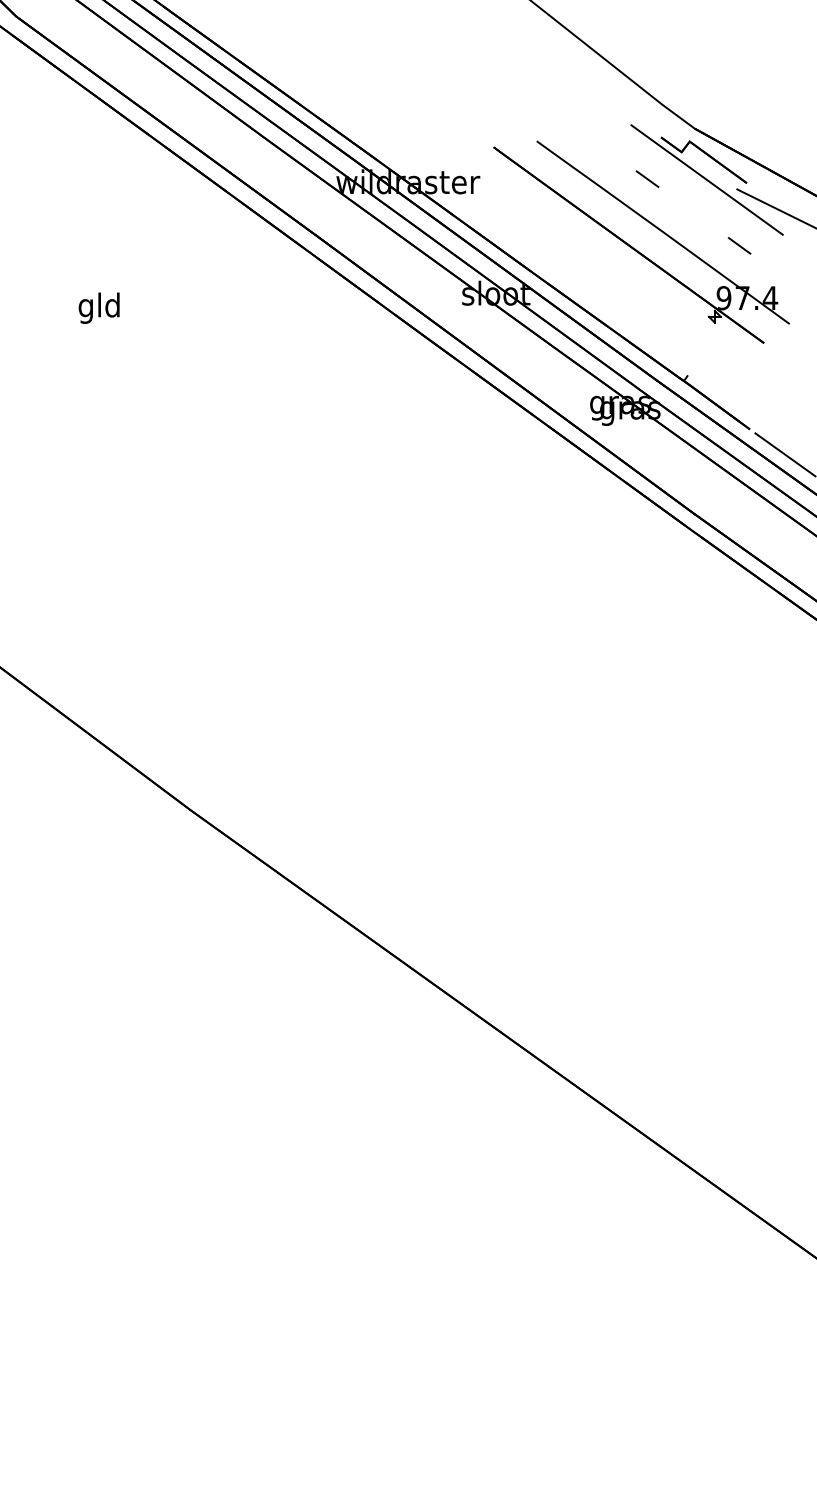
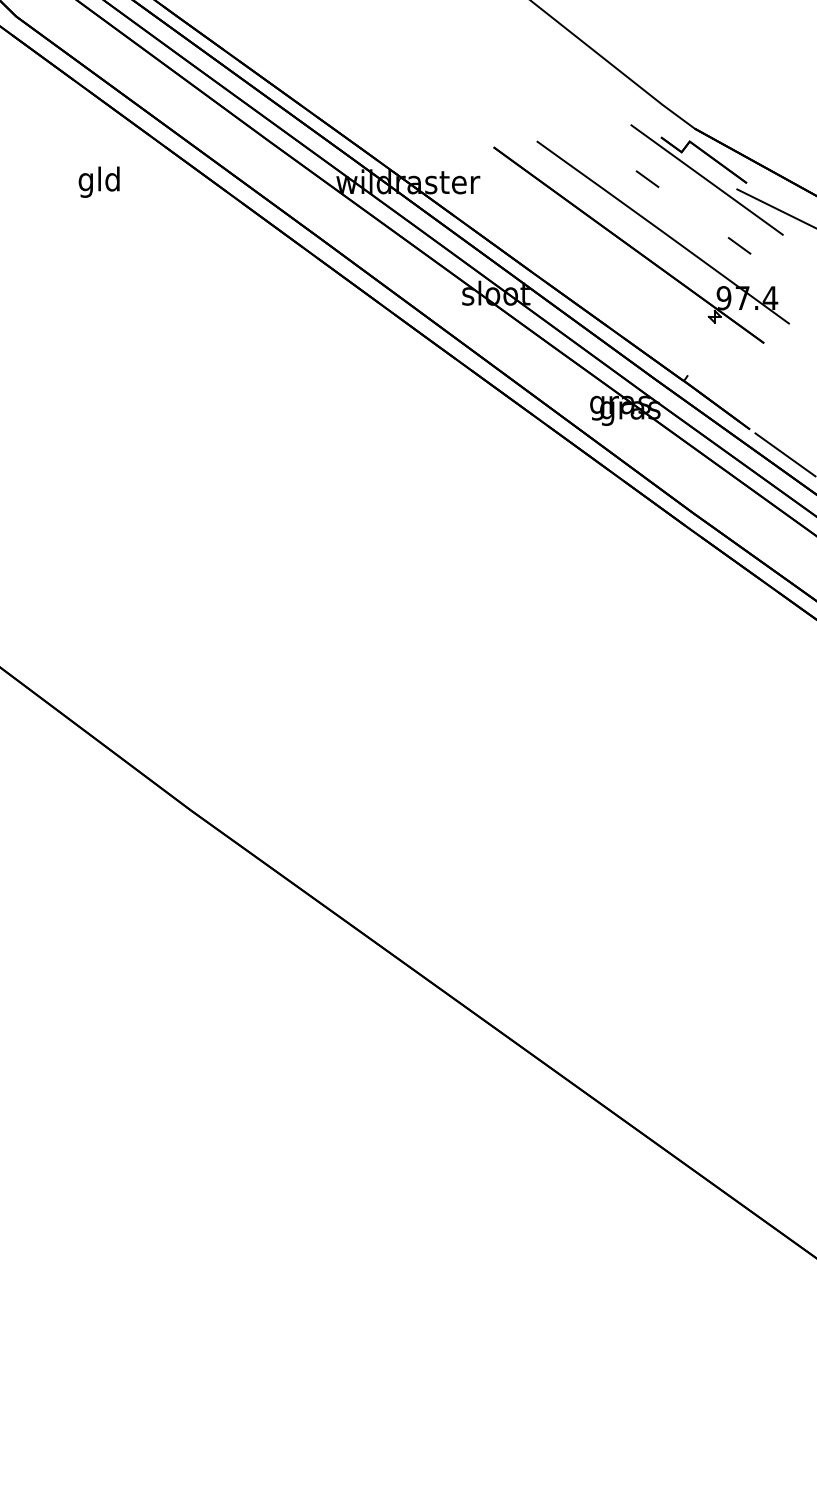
text at (98, 307) position: (98, 307) -> (98, 181)
